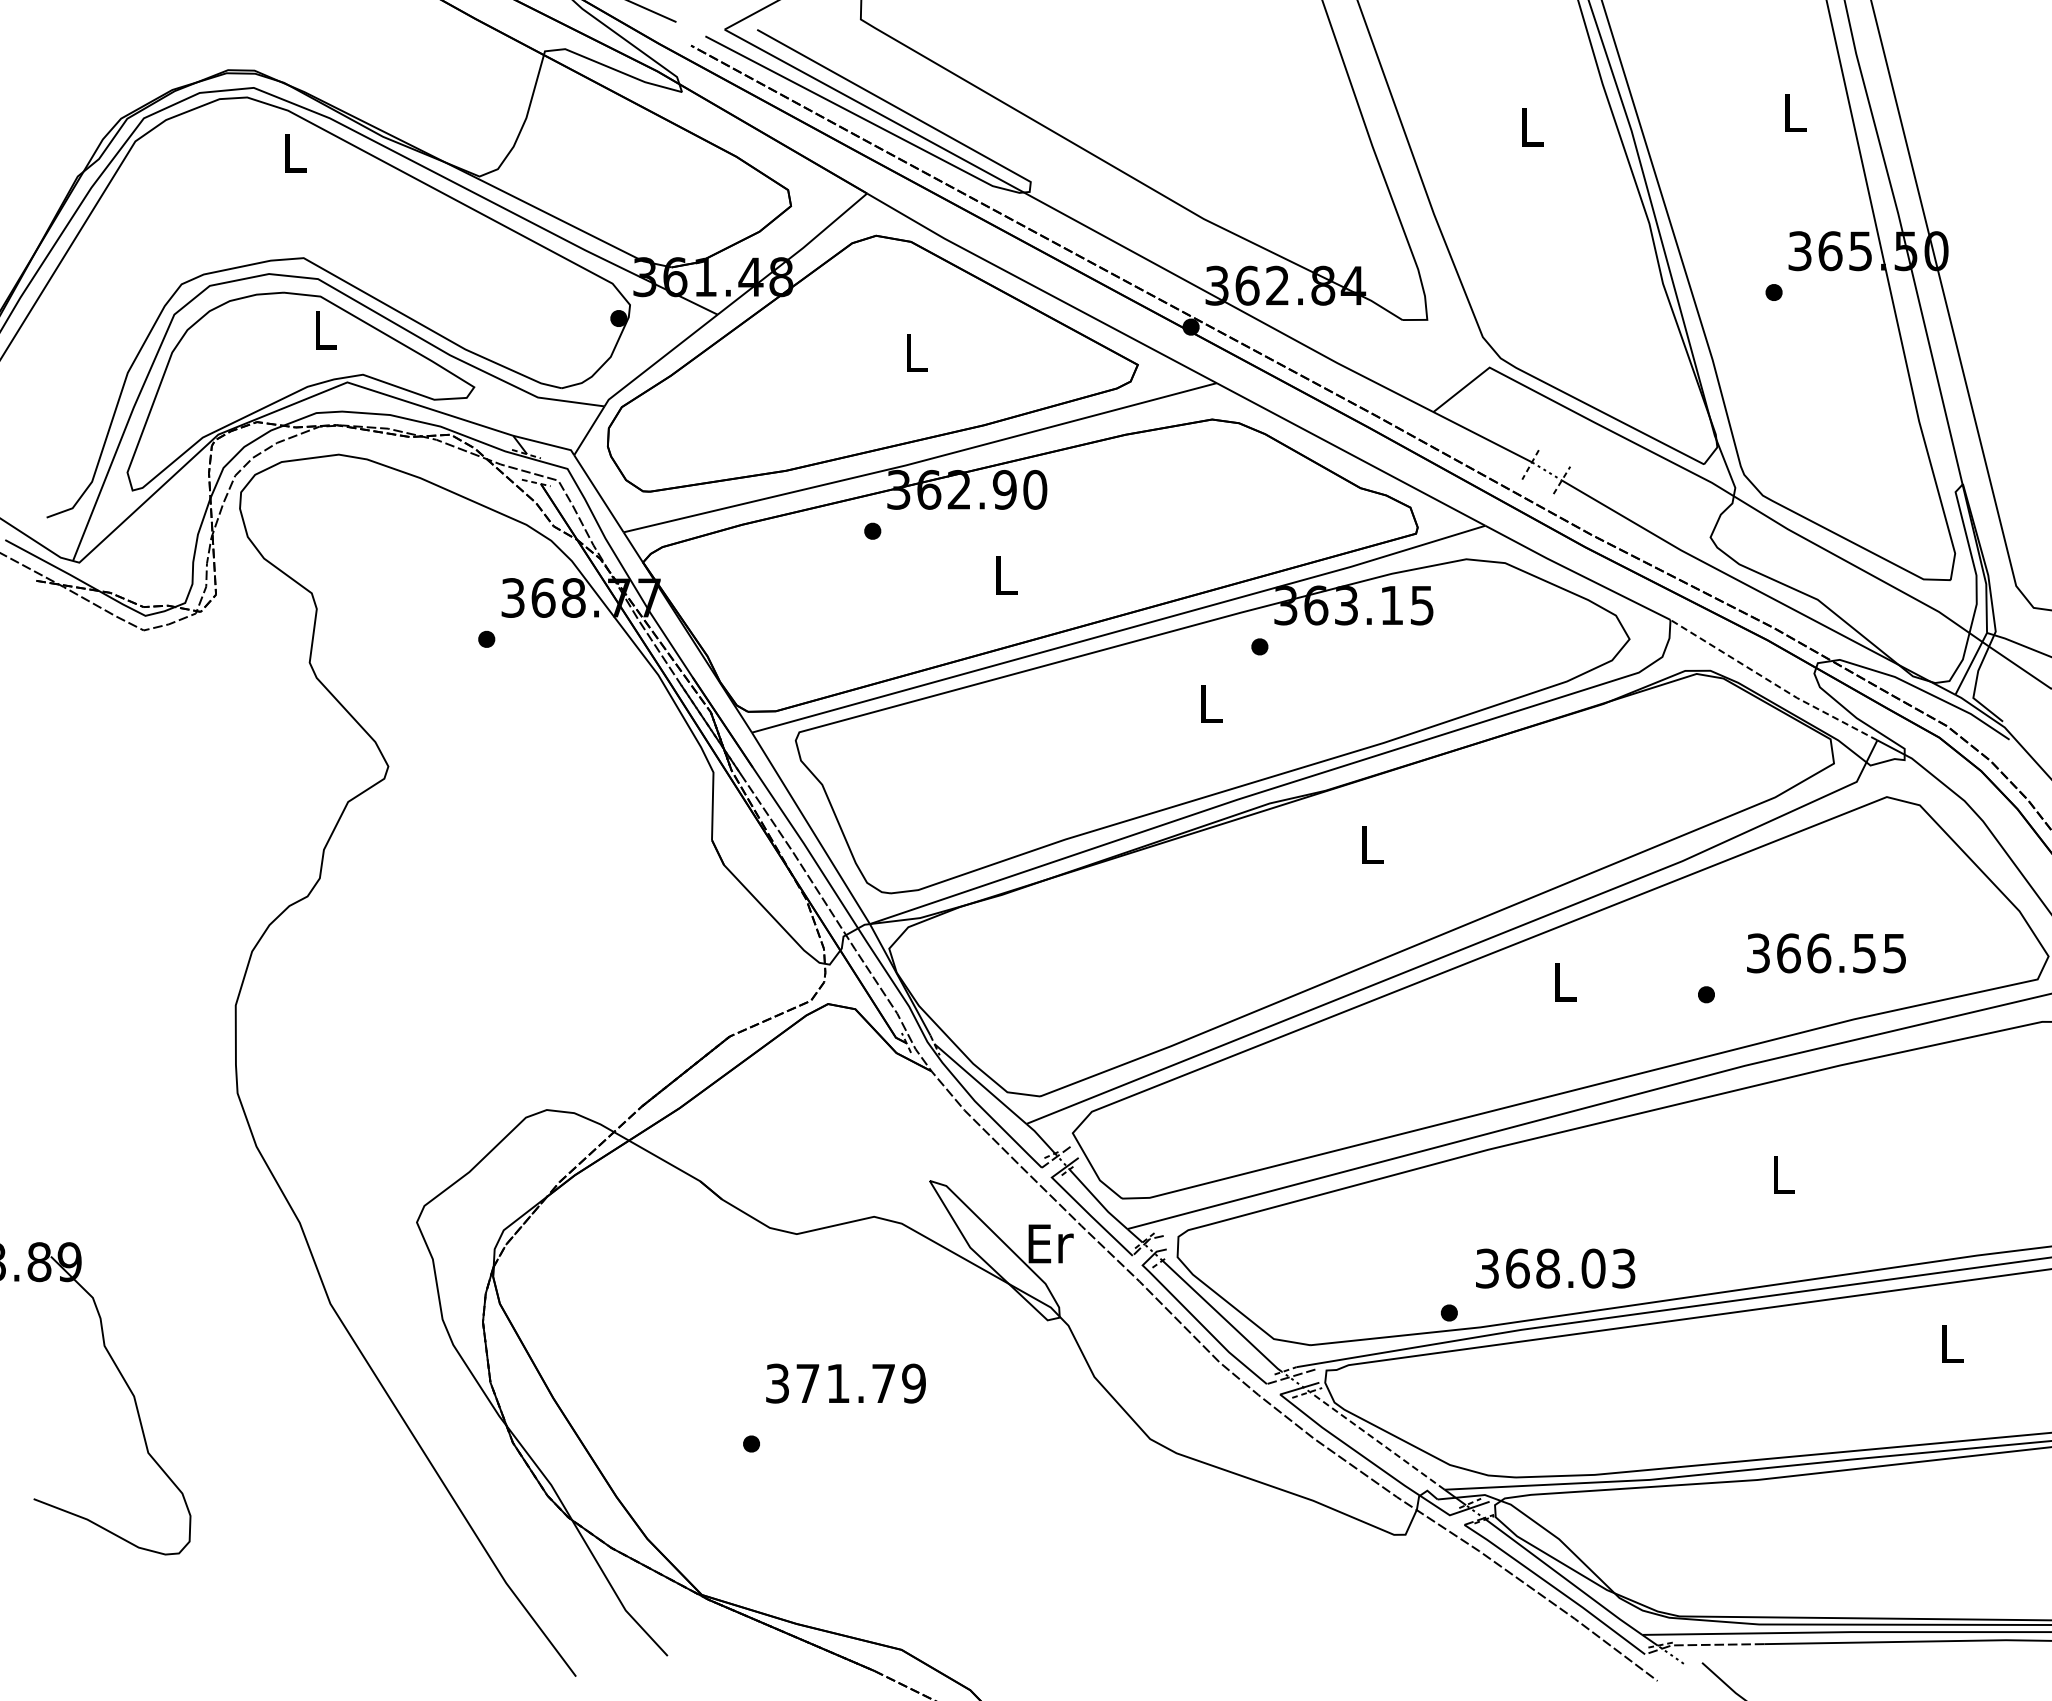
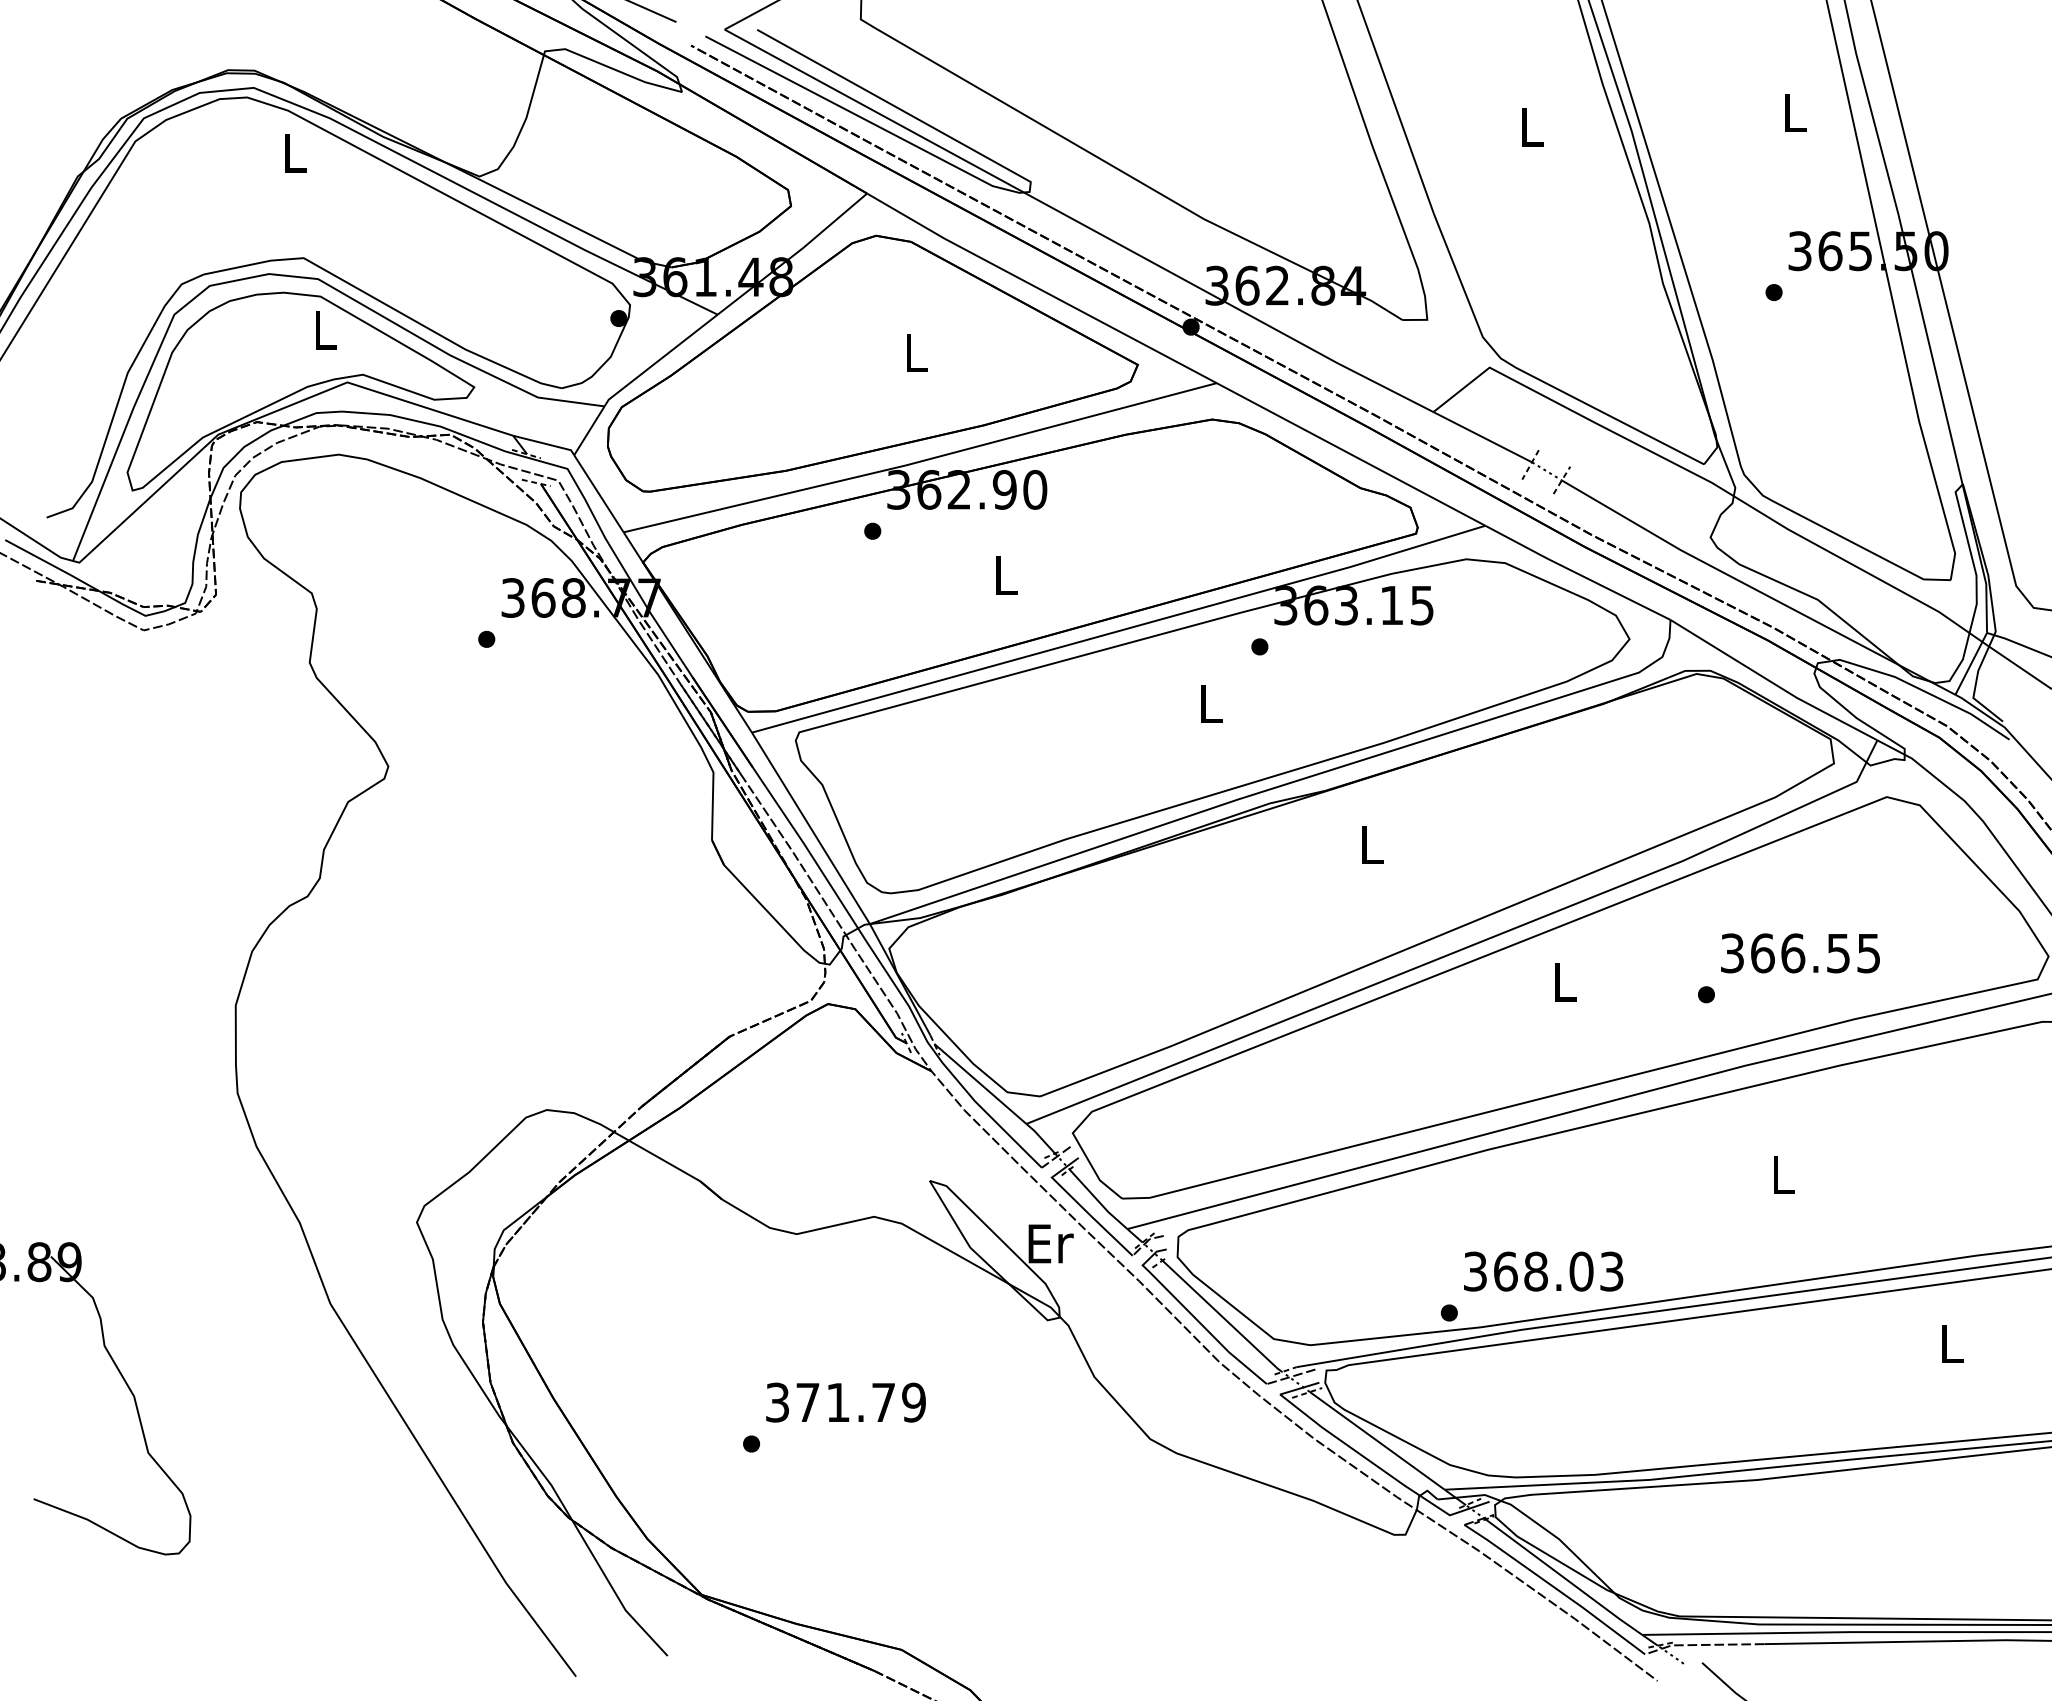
line at (1772, 682): dashed -> solid
text at (1826, 953) position: (1826, 953) -> (1800, 953)
text at (1555, 1268) position: (1555, 1268) -> (1543, 1271)
text at (845, 1383) position: (845, 1383) -> (845, 1402)
line at (1376, 1440): dashed -> solid
